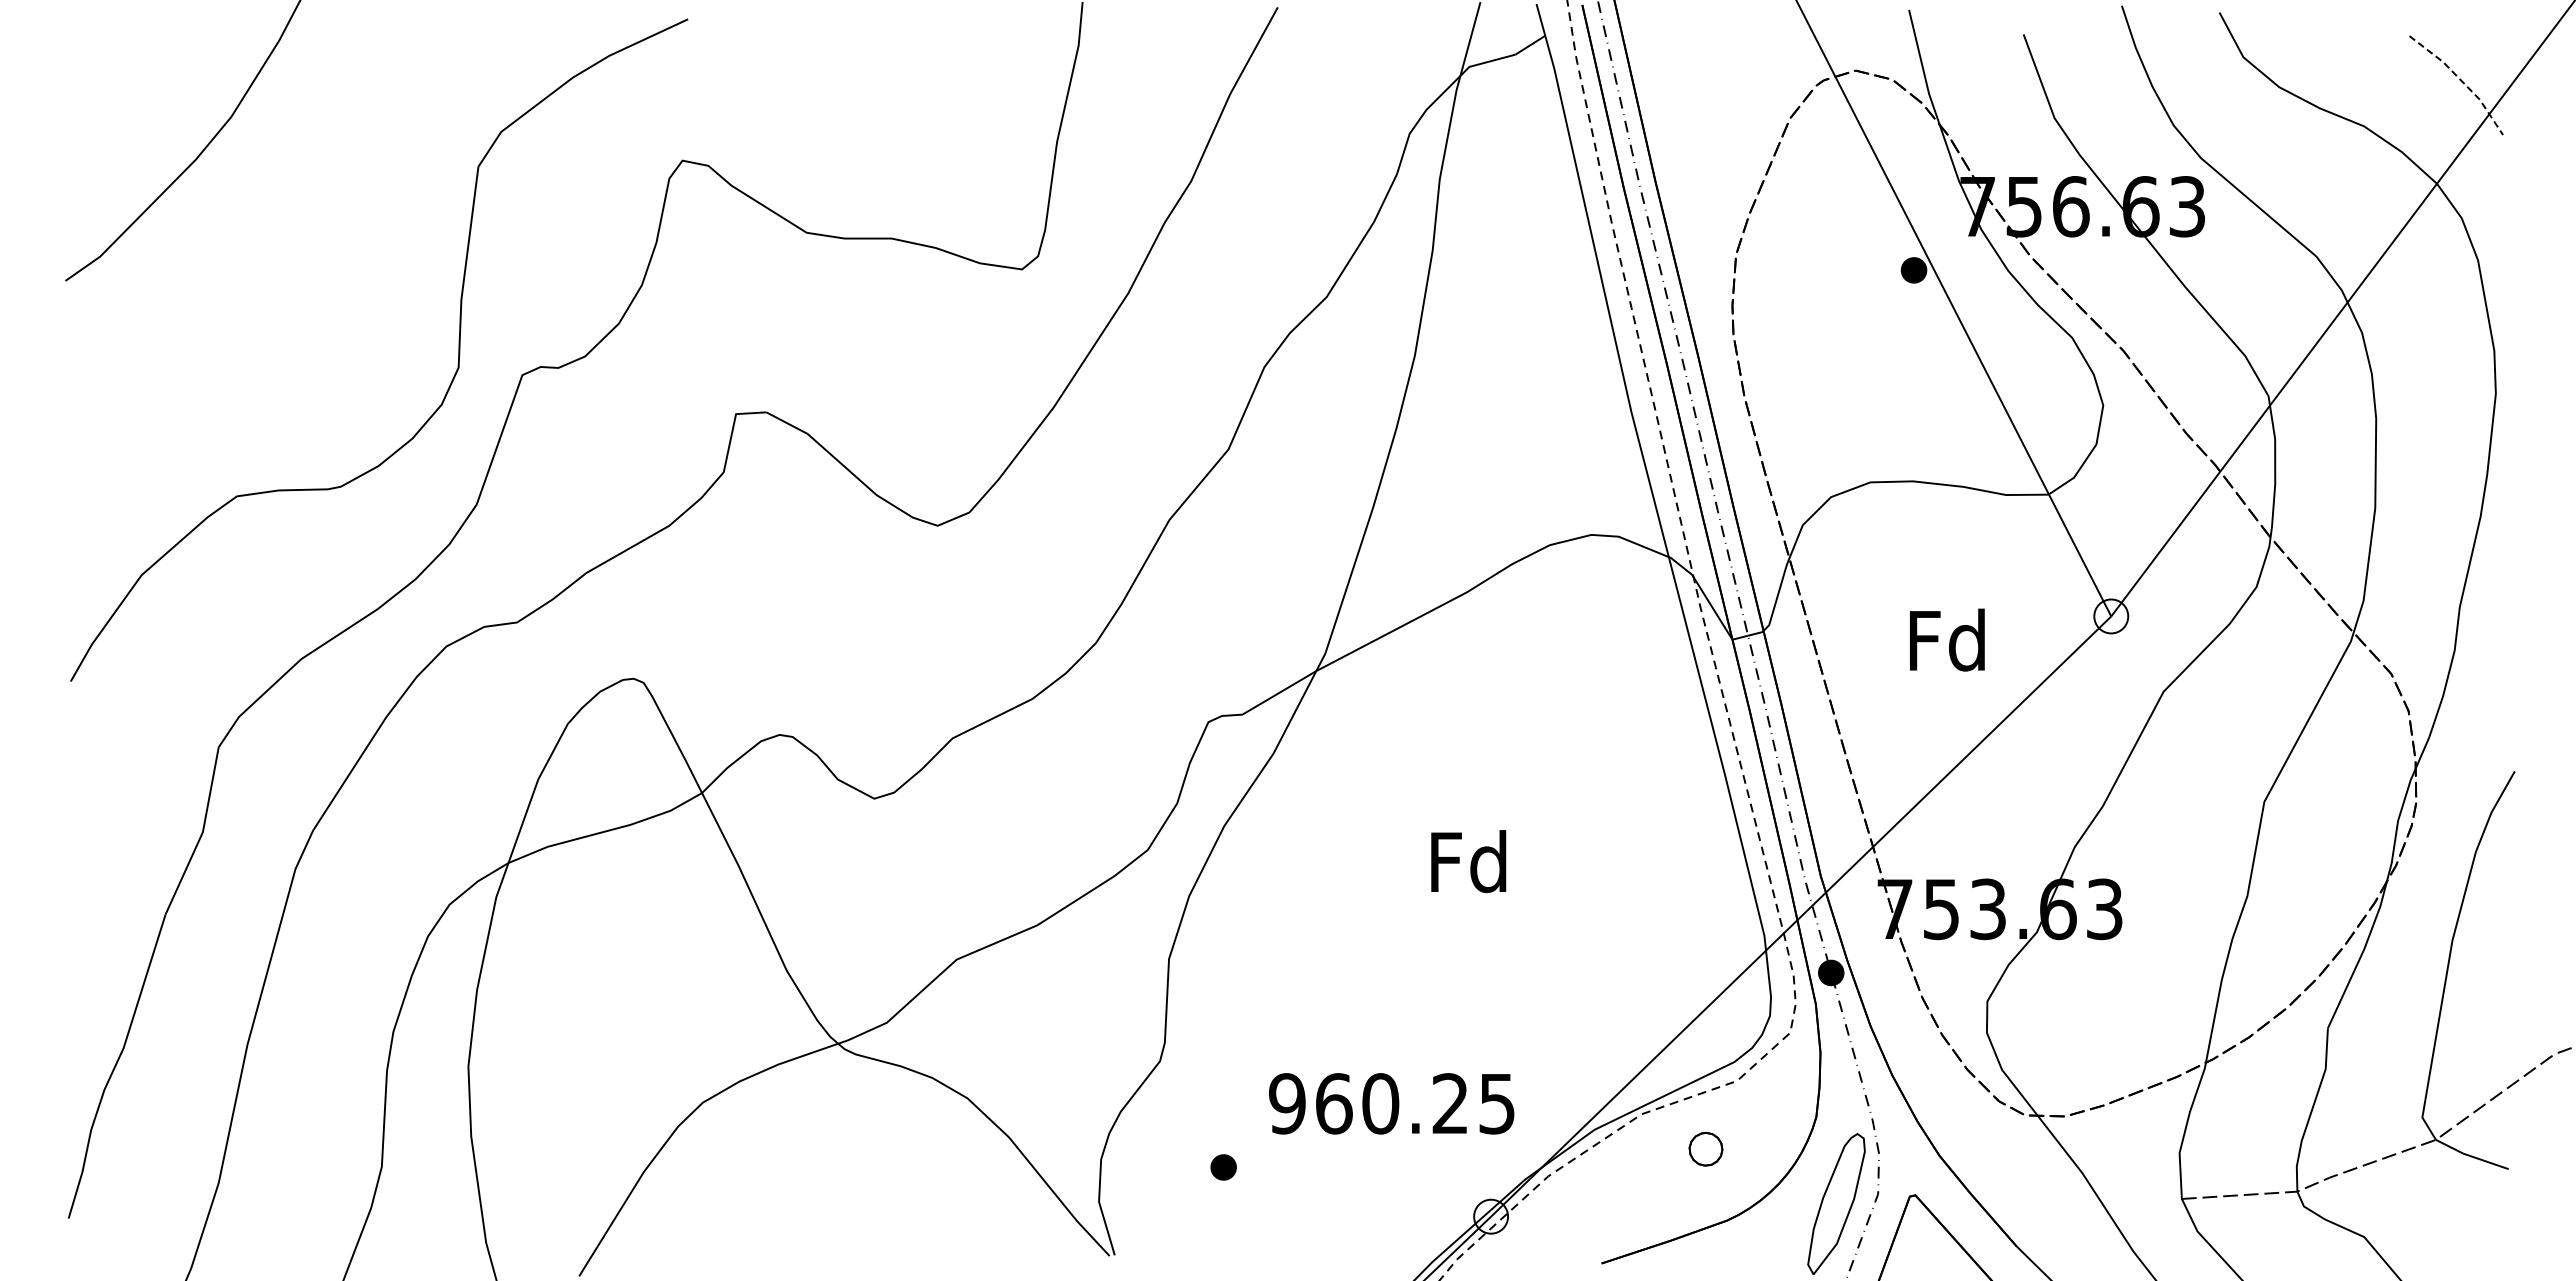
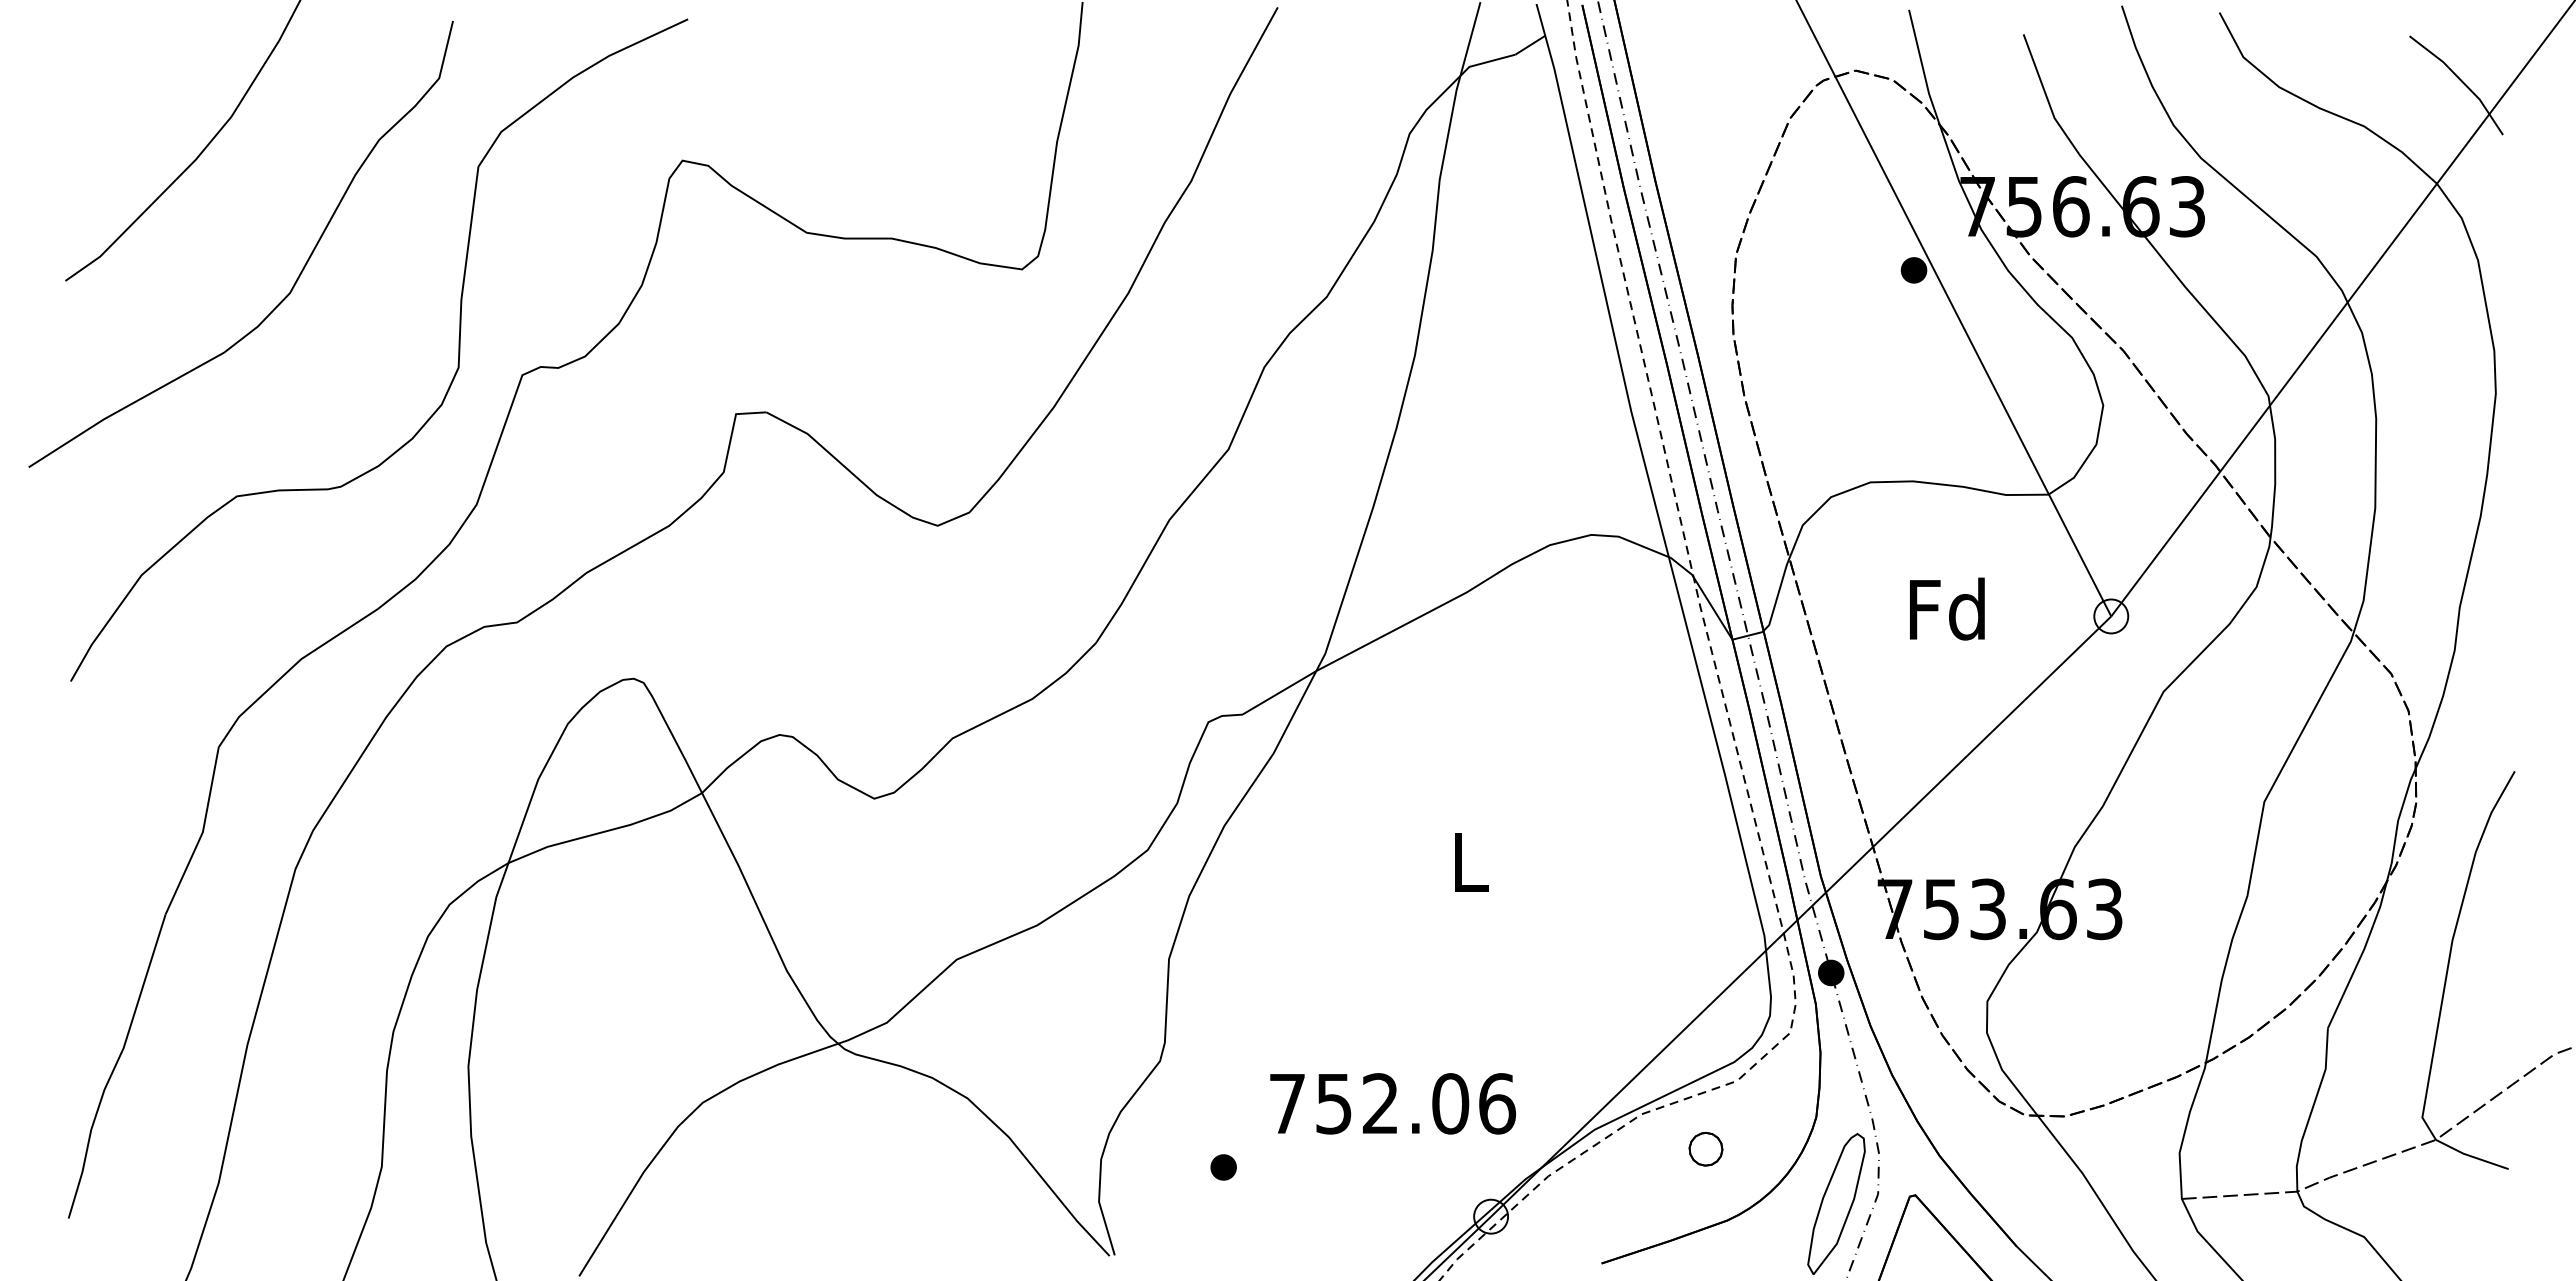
line at (2461, 81): dashed -> solid
curve at (299, 273): none -> present
text at (1947, 639) position: (1947, 639) -> (1947, 608)
text at (1468, 861): Fd -> L
text at (1392, 1103): 960.25 -> 752.06
